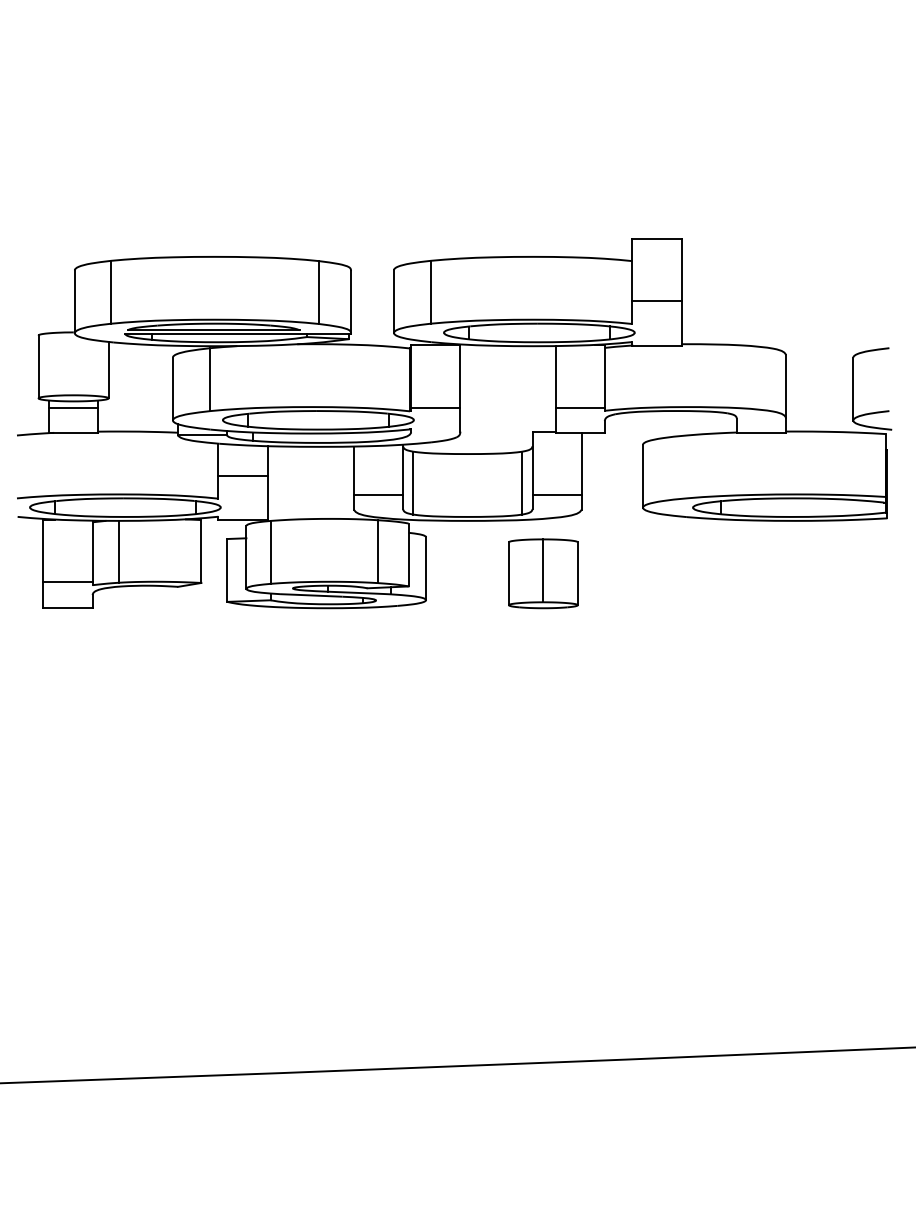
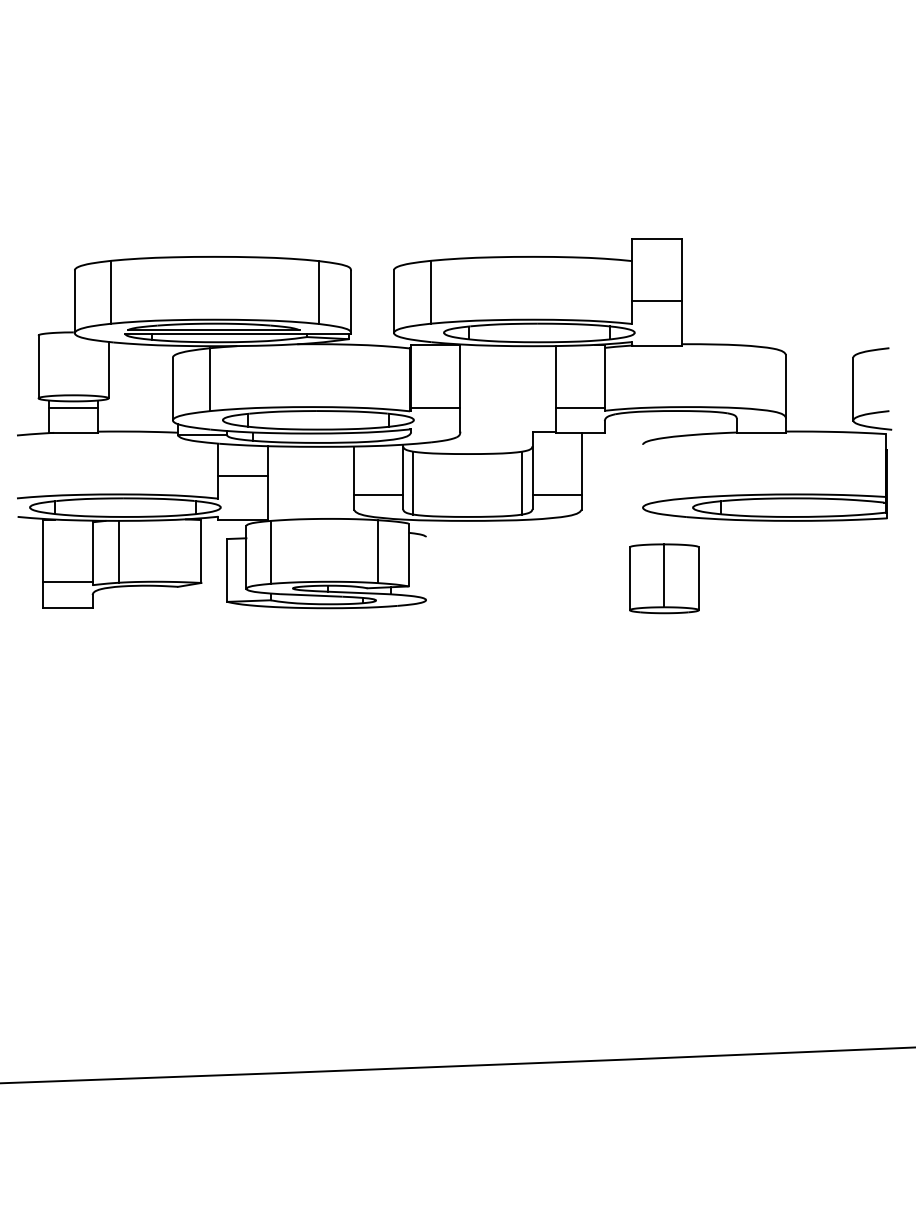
line at (643, 475): present -> none
line at (426, 568): present -> none
part at (543, 573) position: (543, 573) -> (664, 578)
